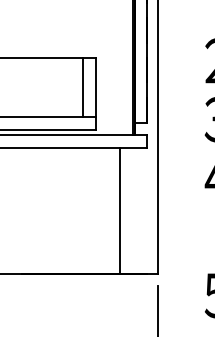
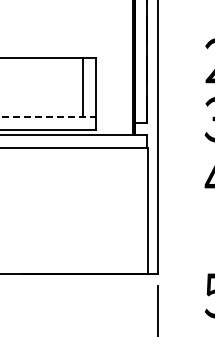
line at (48, 117): solid -> dashed
line at (119, 210) position: (119, 210) -> (147, 210)
